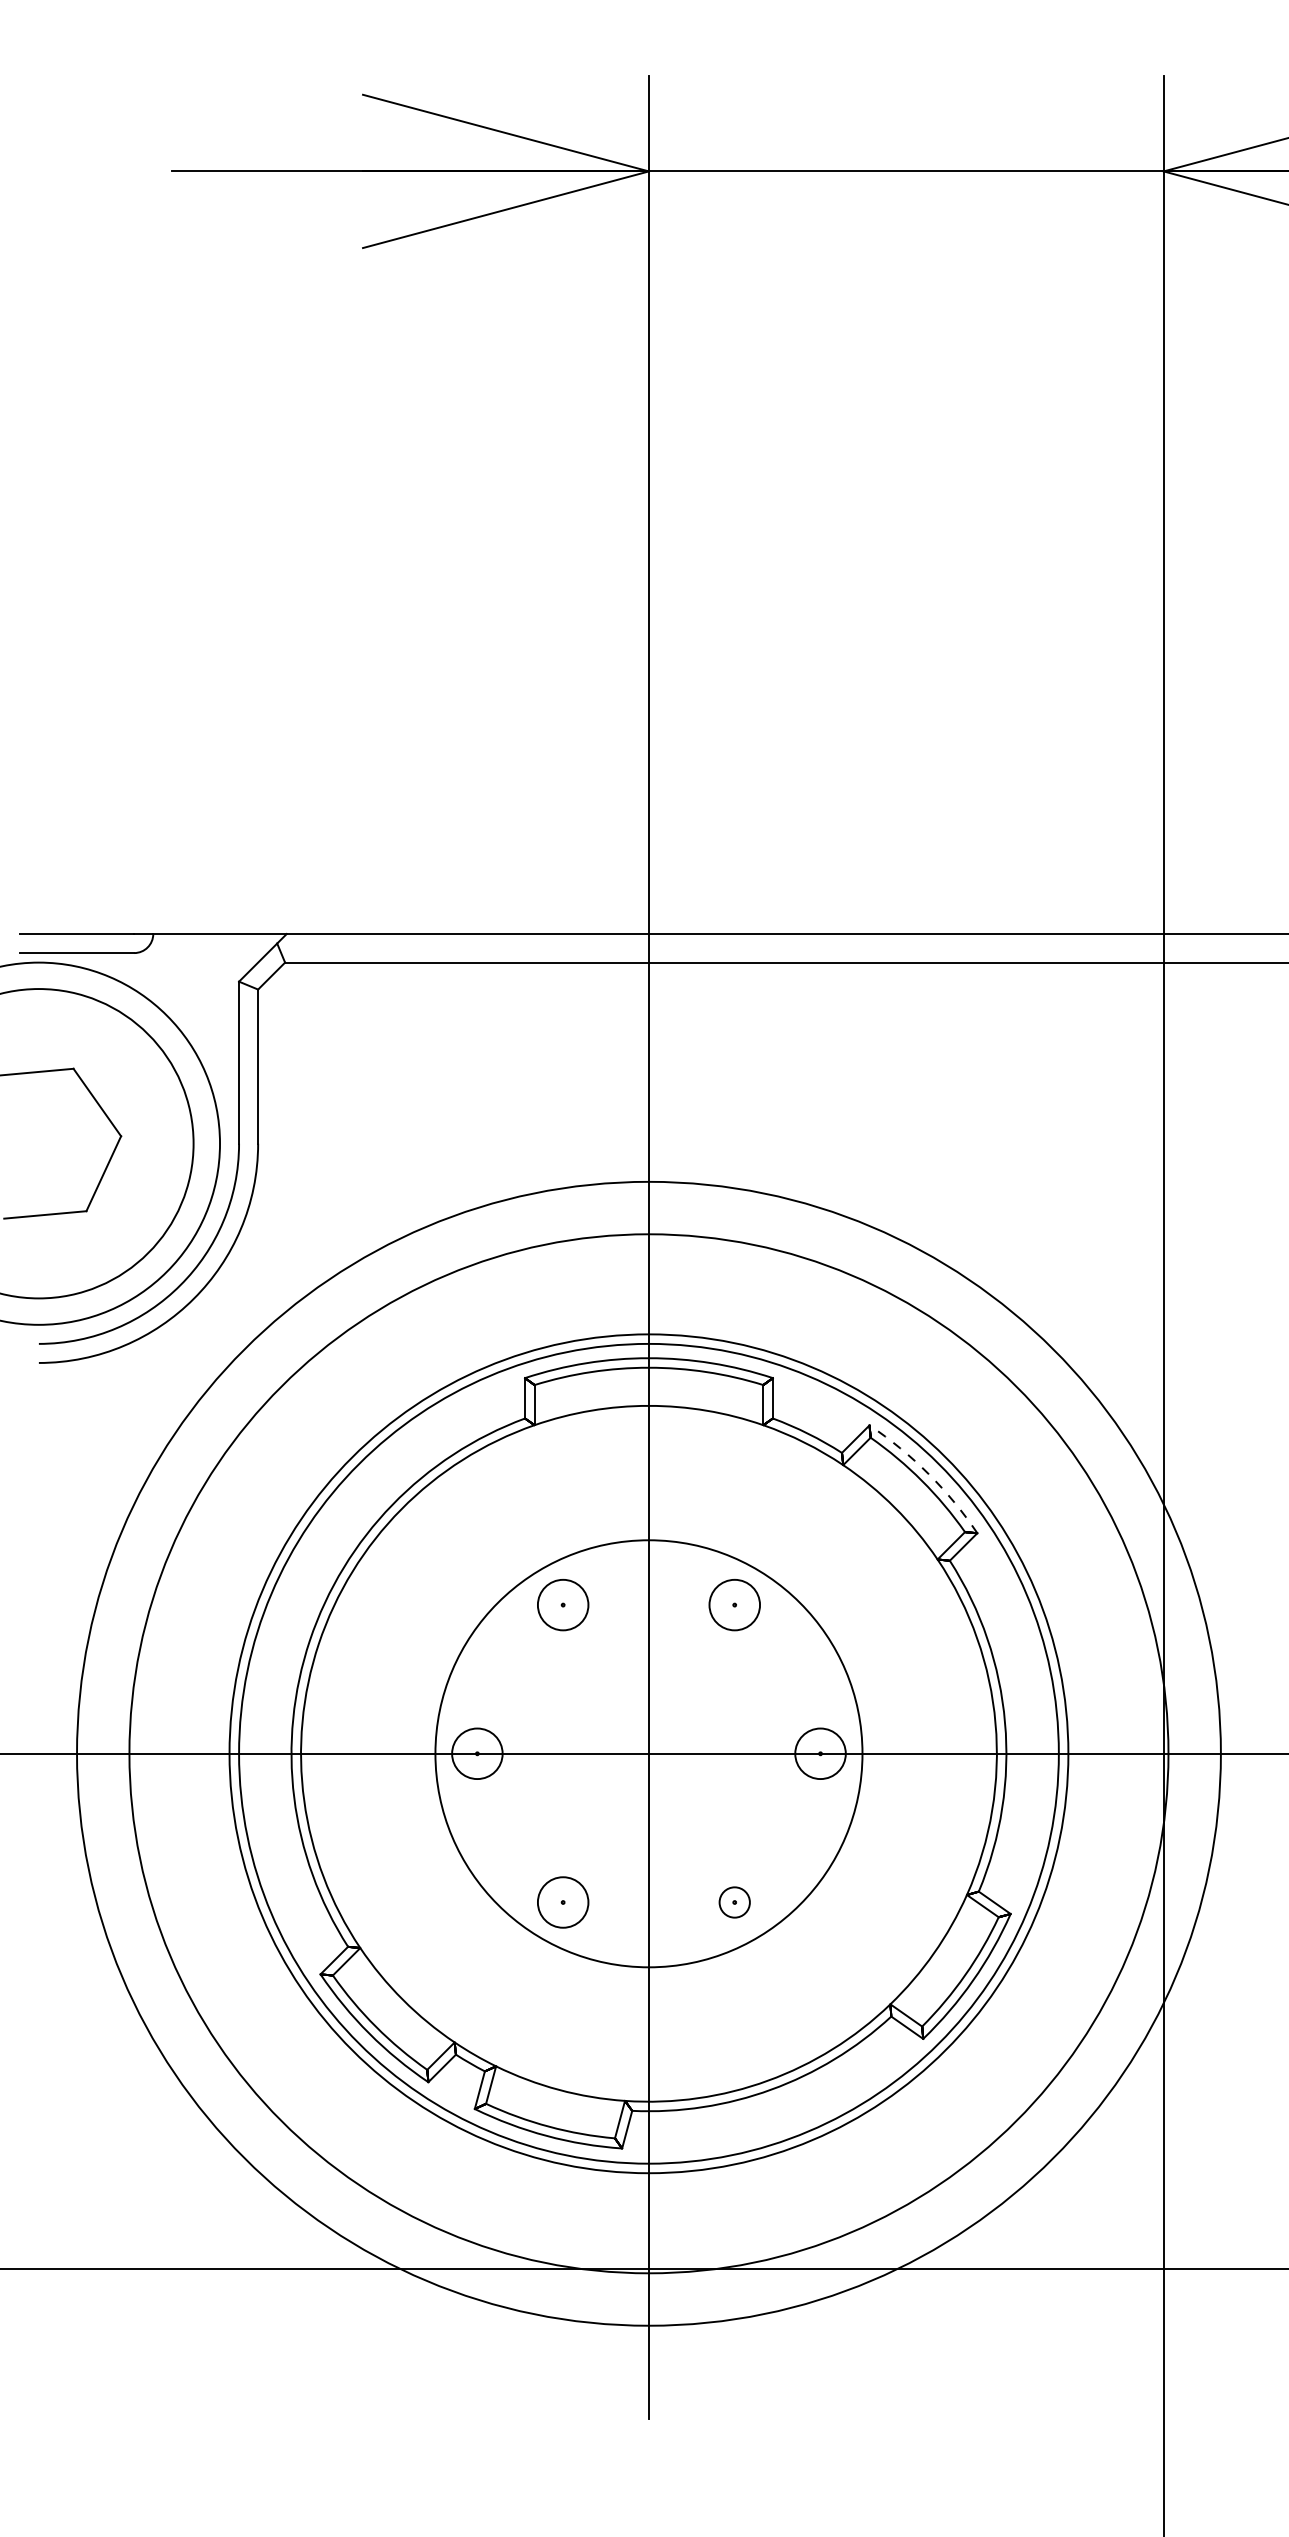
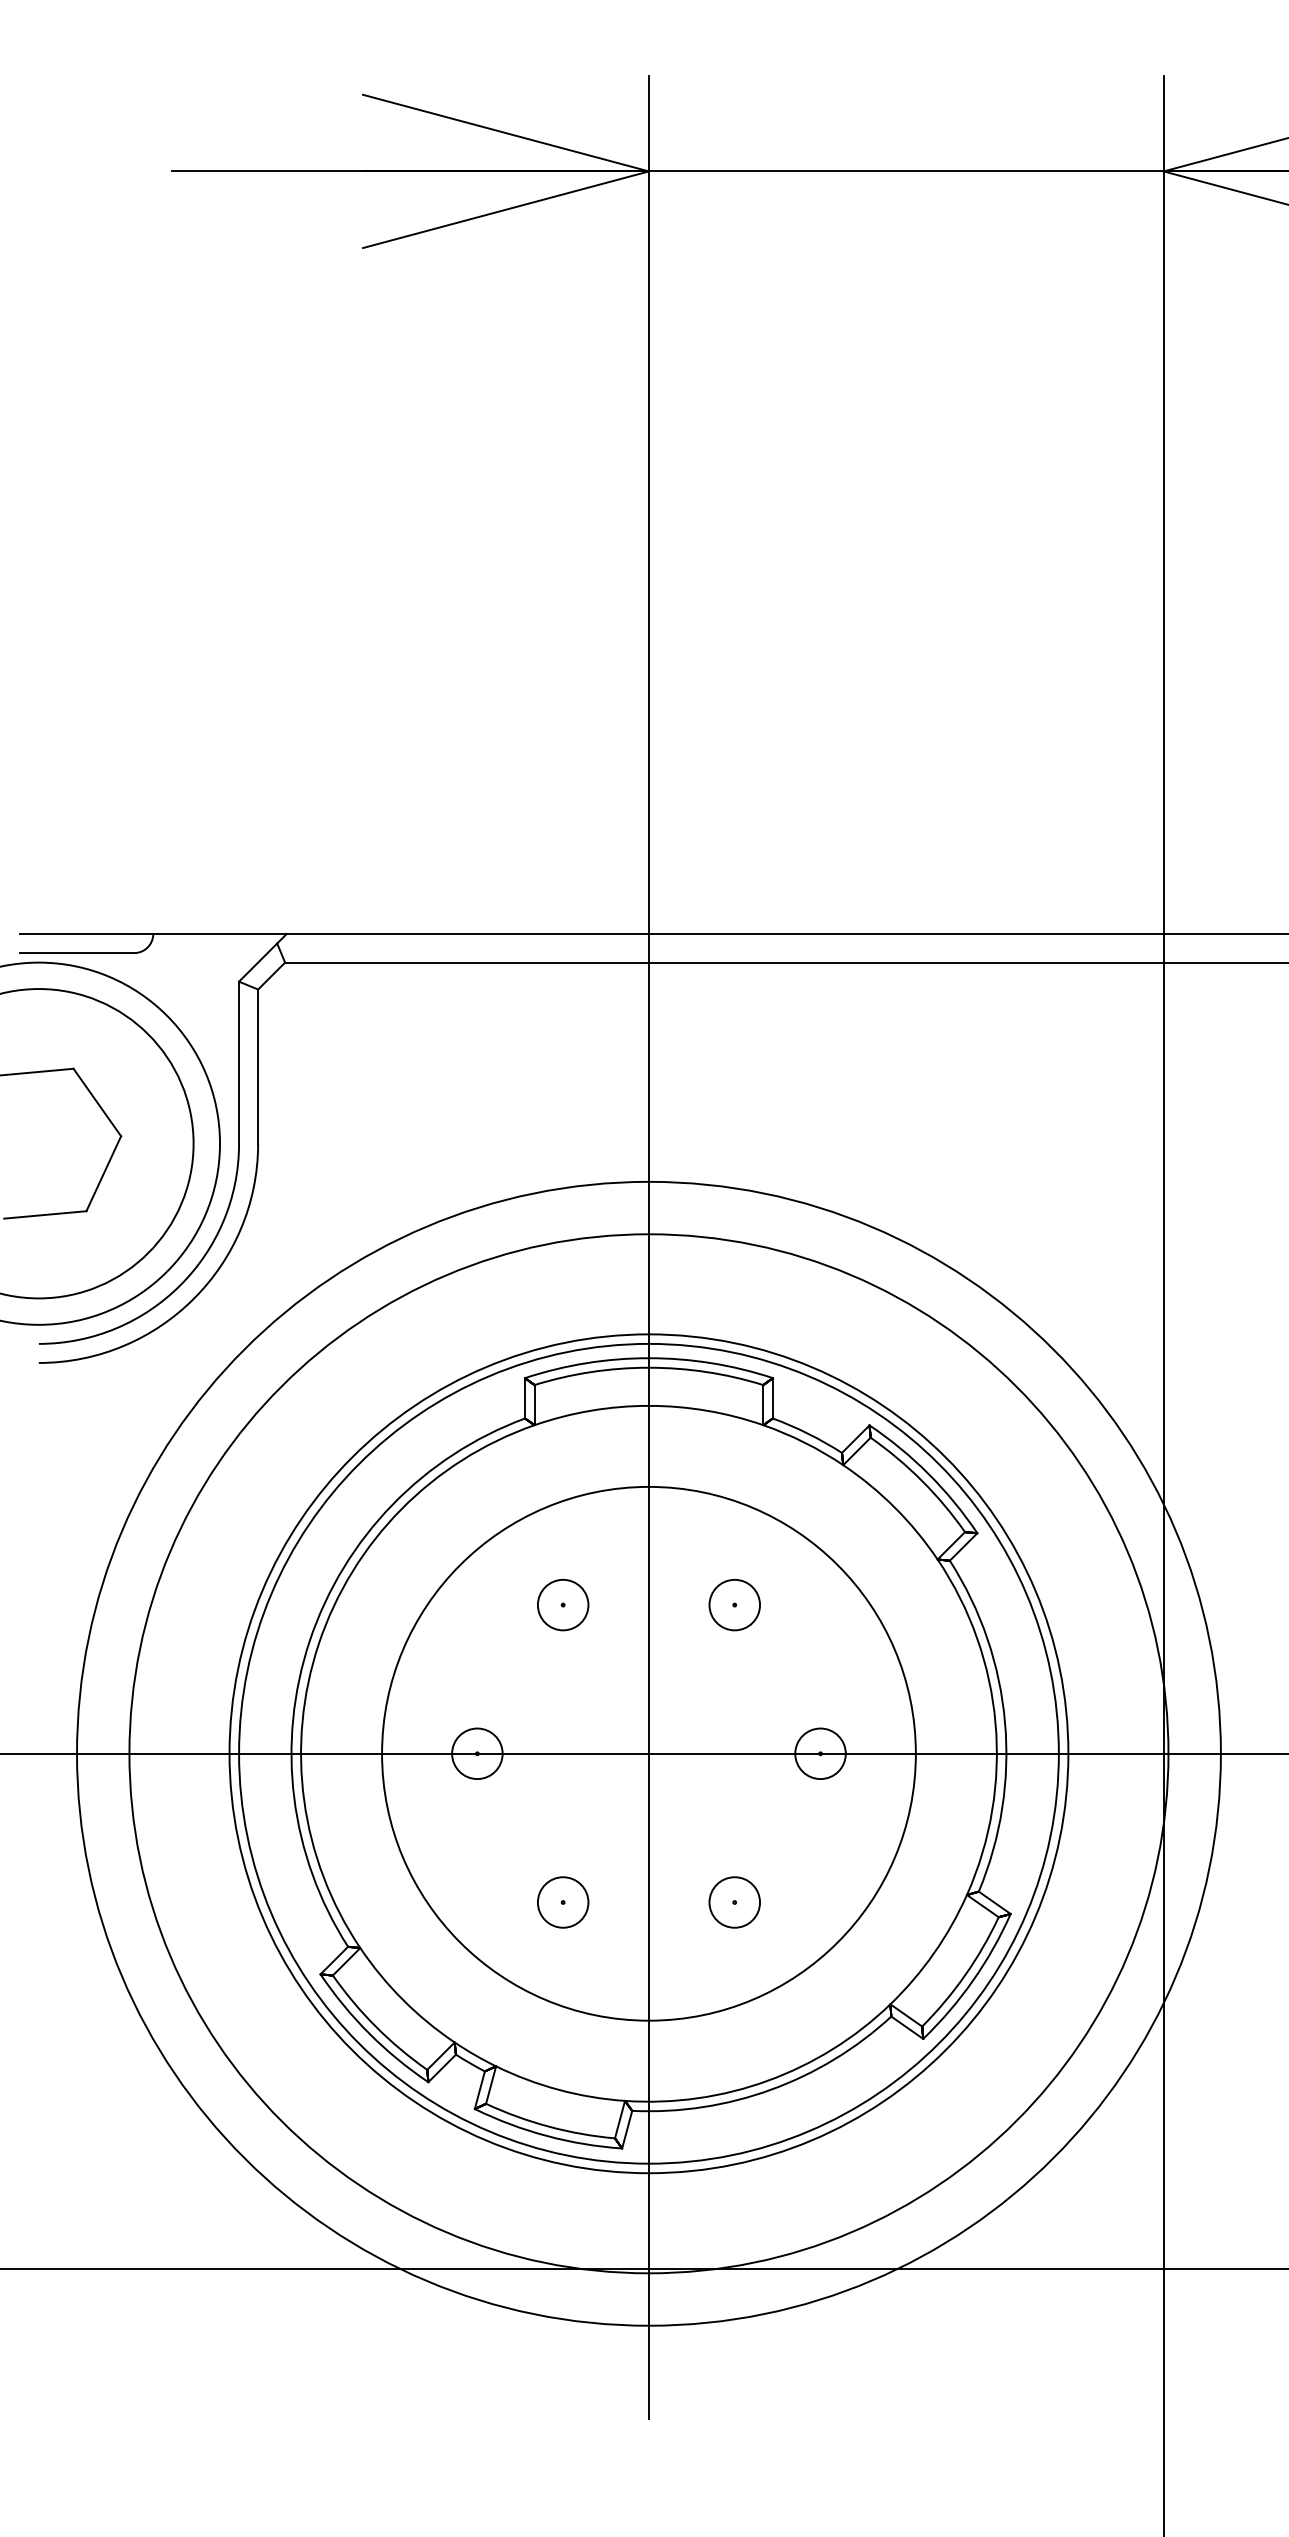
arc at (928, 1474): dashed -> solid
circle at (648, 1753) diameter: 427 px -> 534 px
circle at (734, 1902) diameter: 30 px -> 51 px
